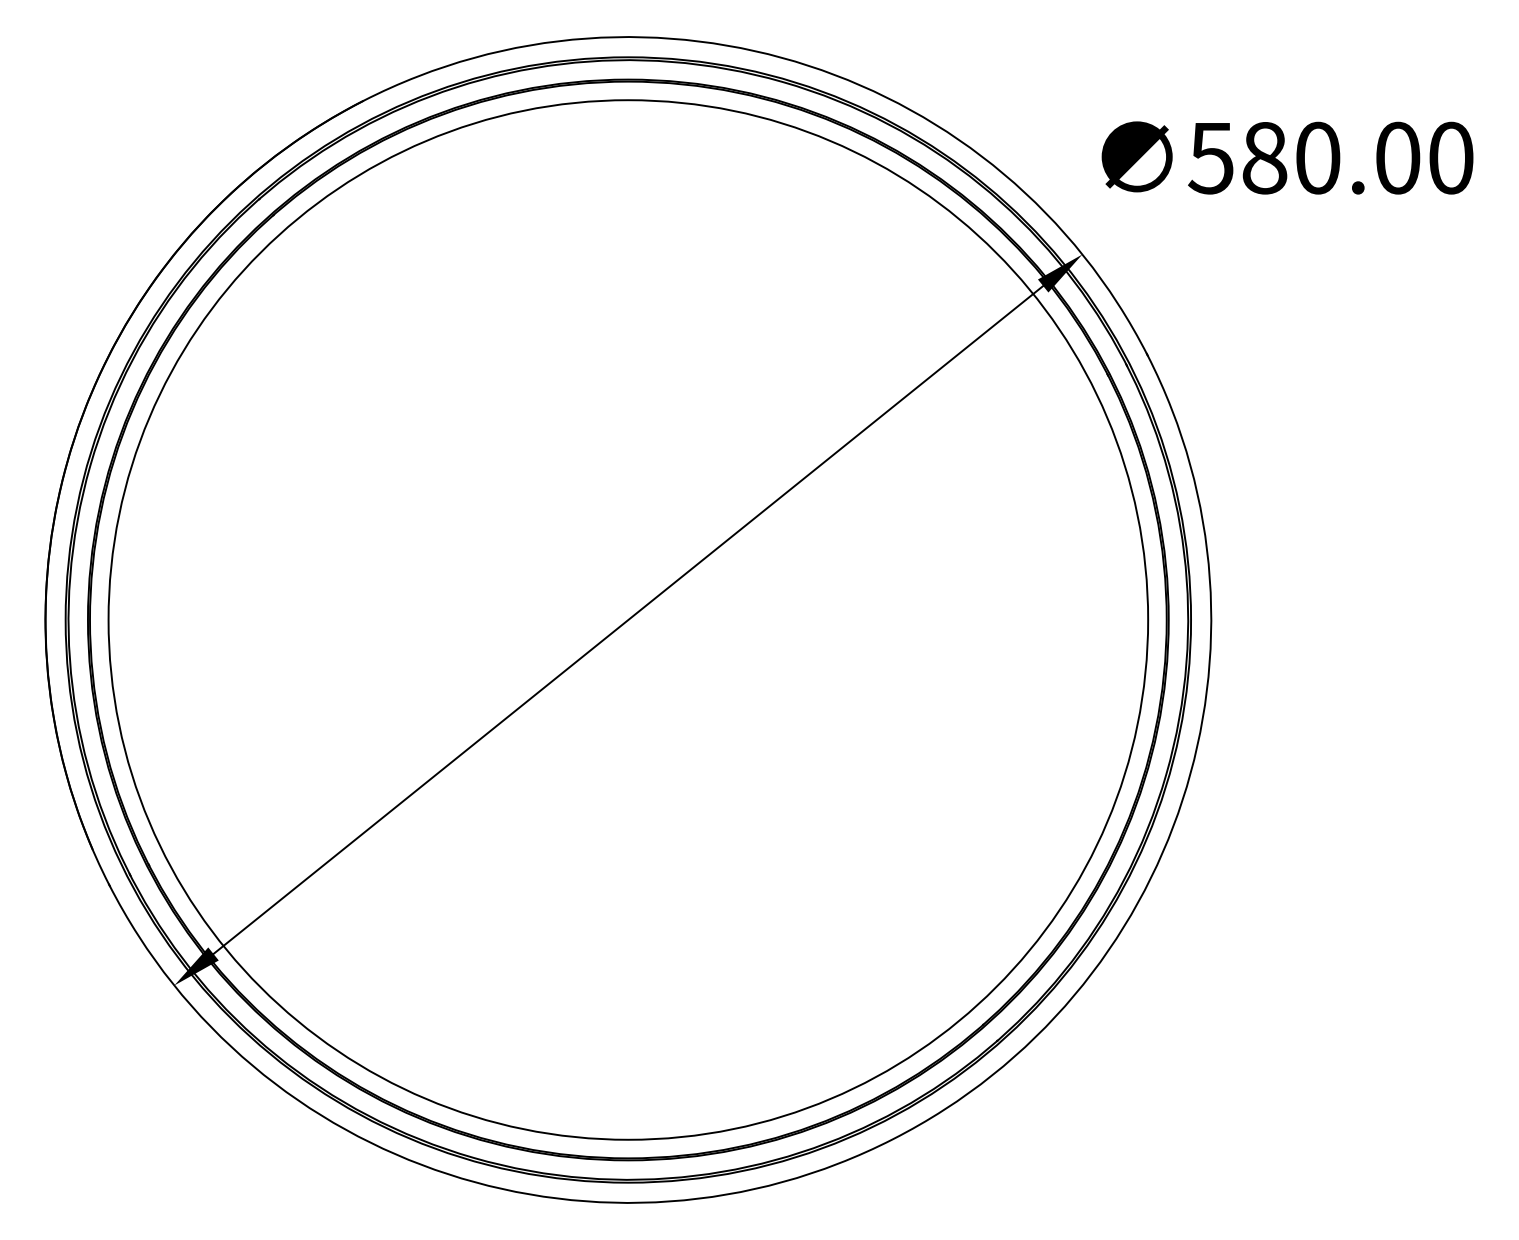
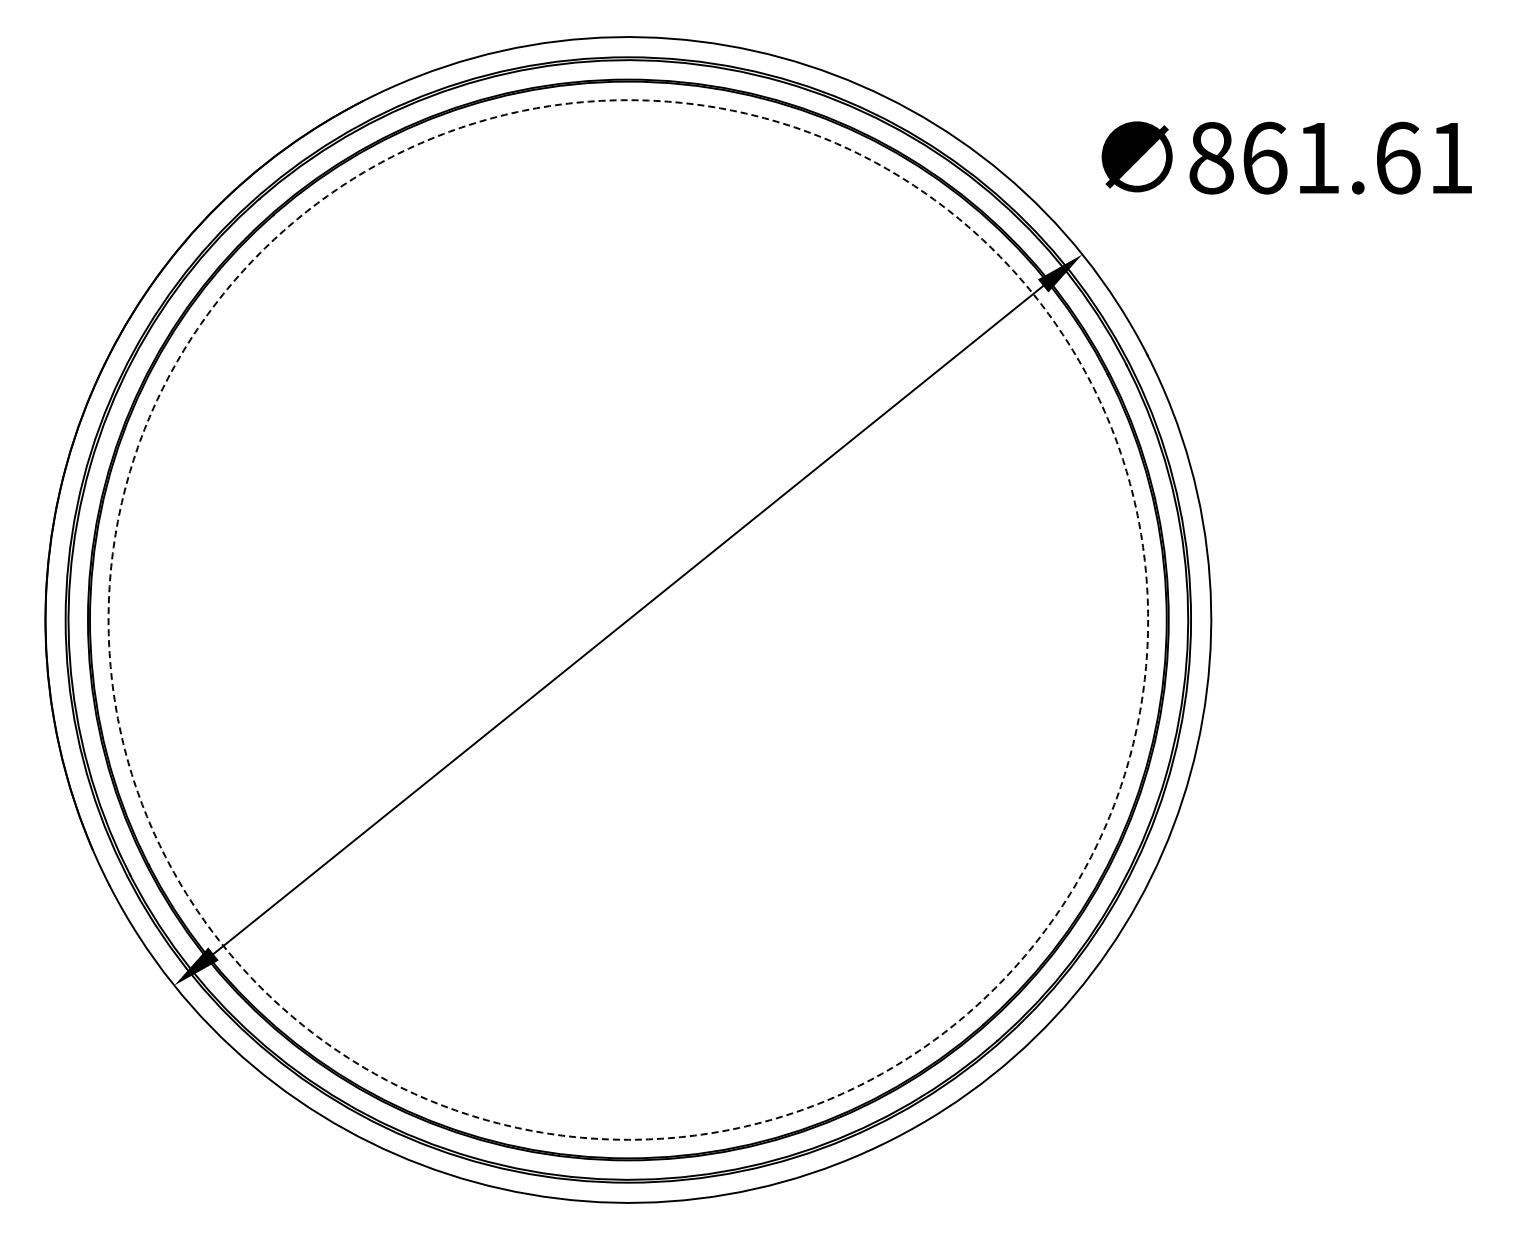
text at (1330, 157): 580.00 -> 861.61
circle at (628, 619): solid -> dashed
